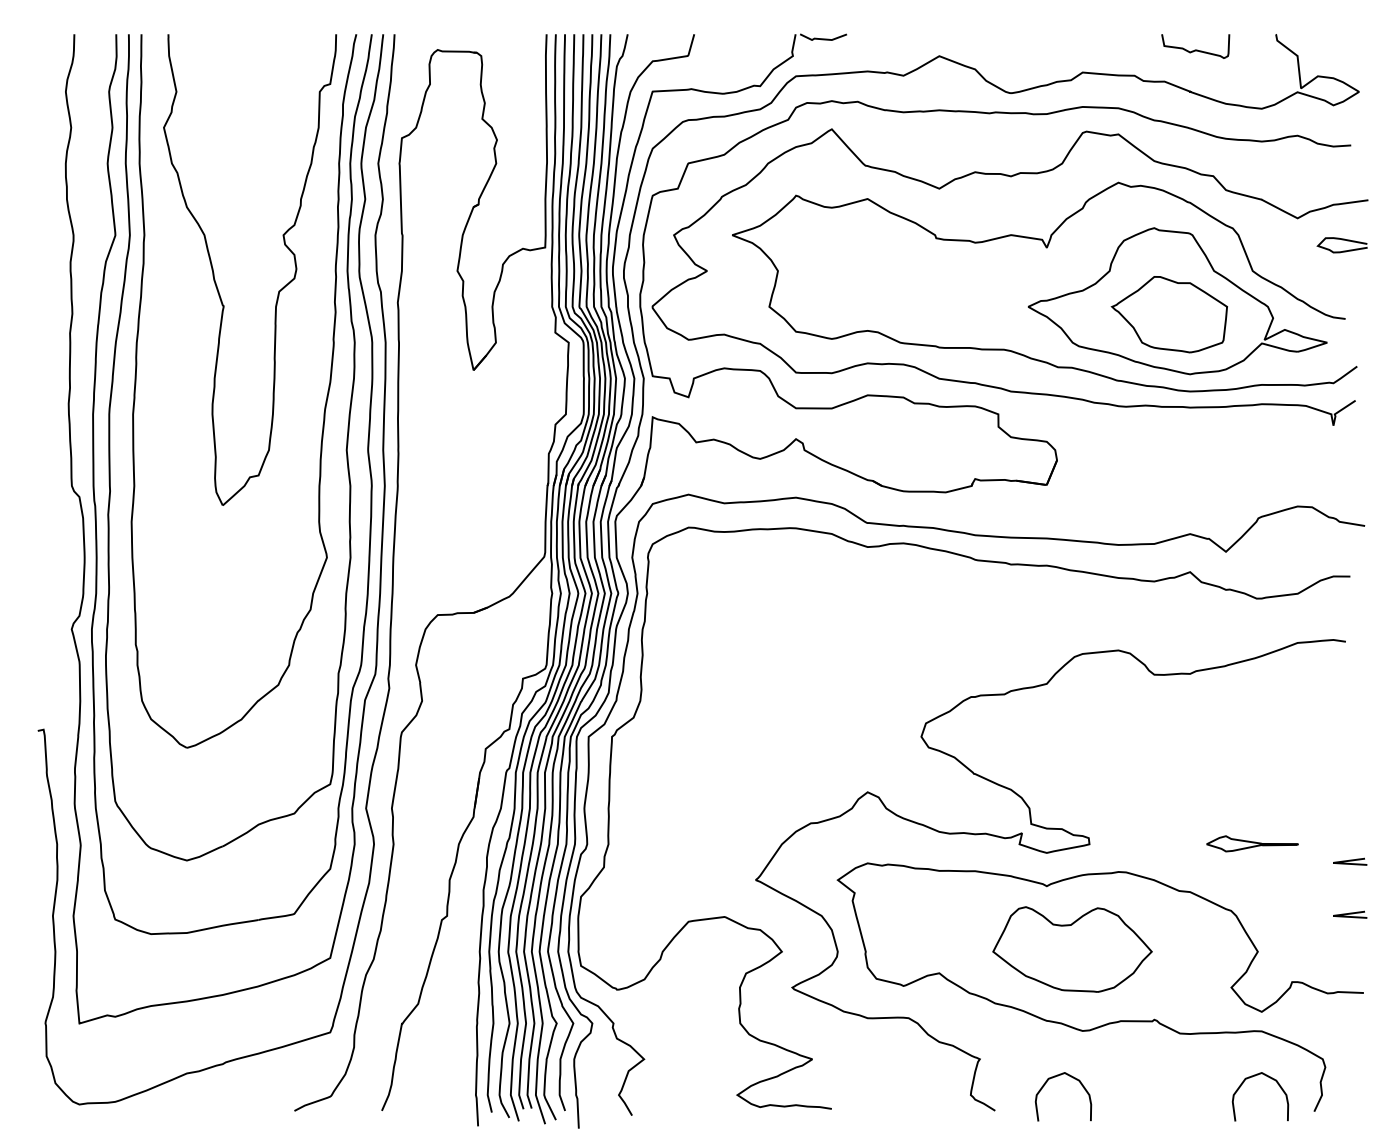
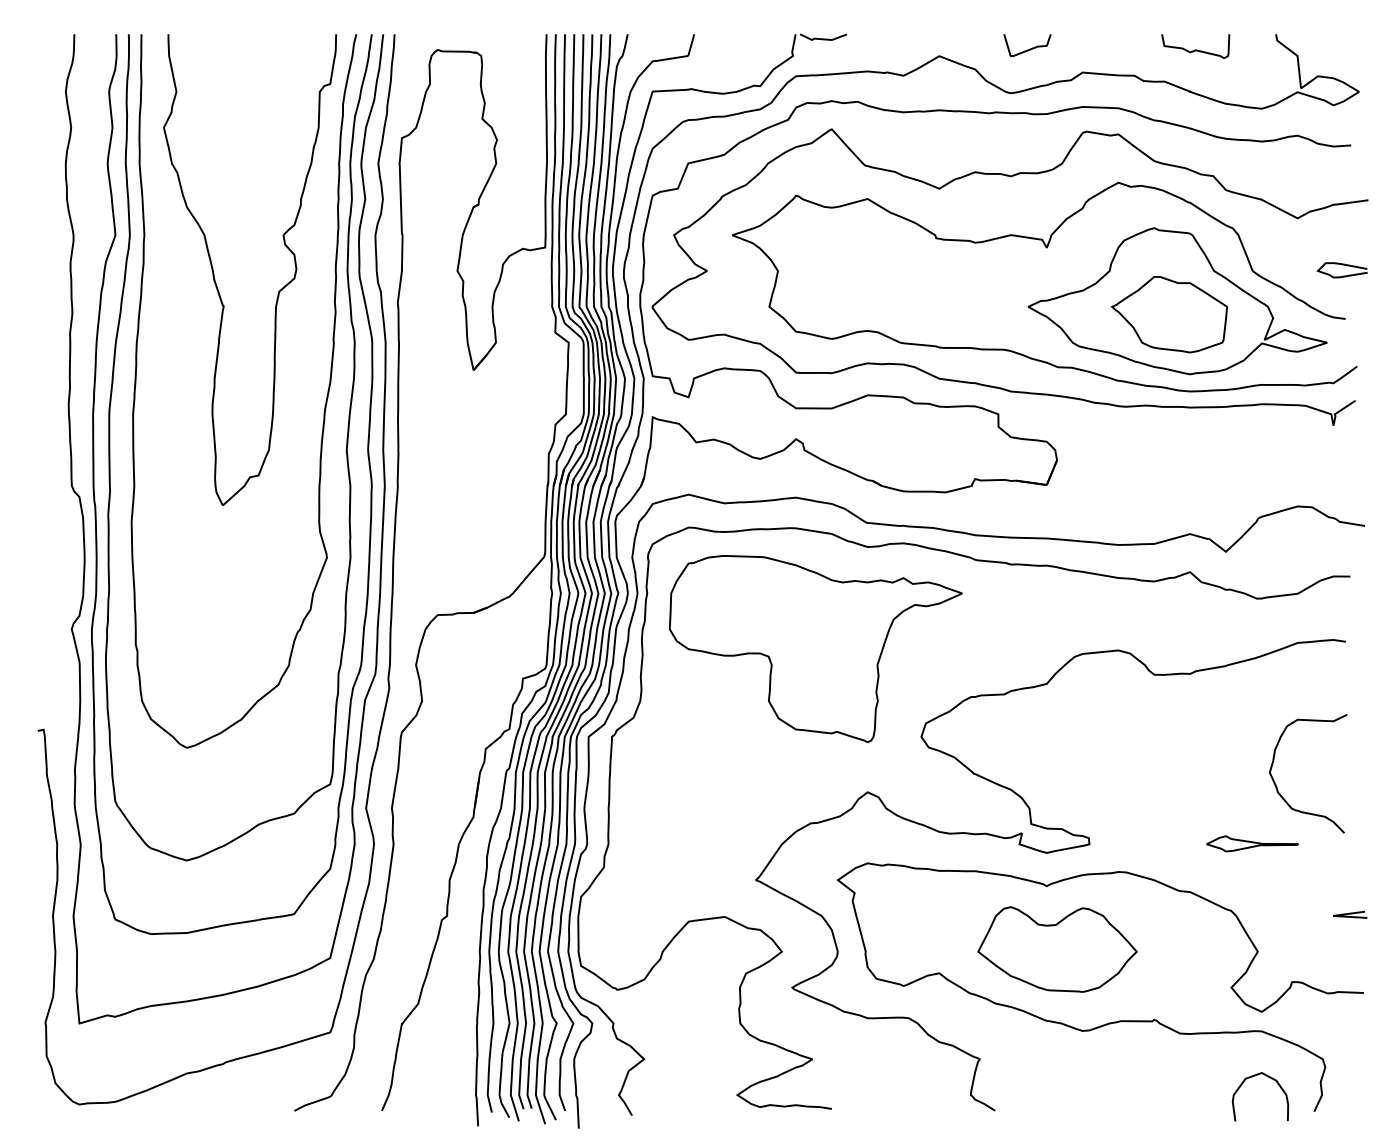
curve at (1029, 48): none -> present
curve at (1342, 240) position: (1342, 240) -> (1342, 265)
part at (815, 648): none -> present
curve at (1277, 786): none -> present
curve at (1350, 861): present -> none
part at (1072, 949) position: (1072, 949) -> (1057, 949)
curve at (1072, 1078): present -> none
